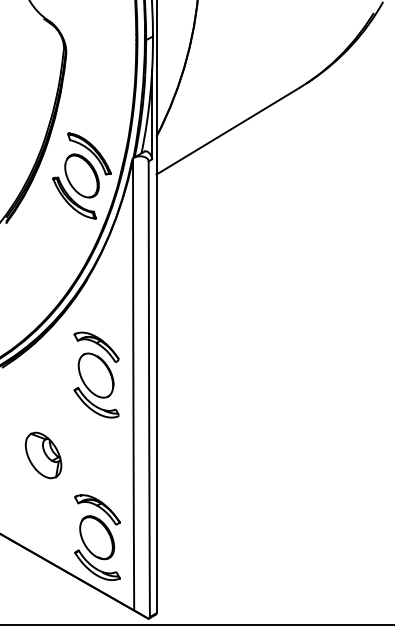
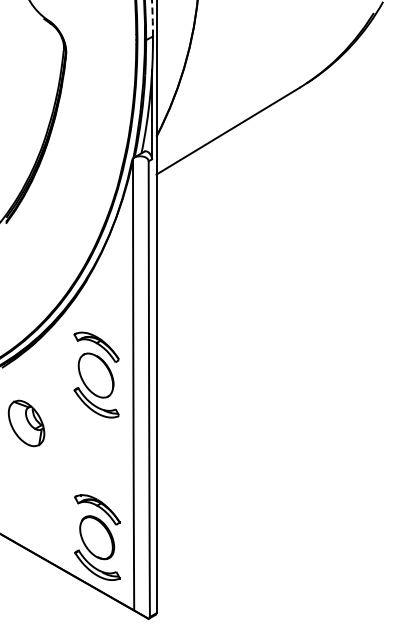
arc at (152, 17): solid -> dashed
part at (81, 175): present -> none
part at (43, 455) position: (43, 455) -> (26, 423)
line at (196, 625): present -> none
